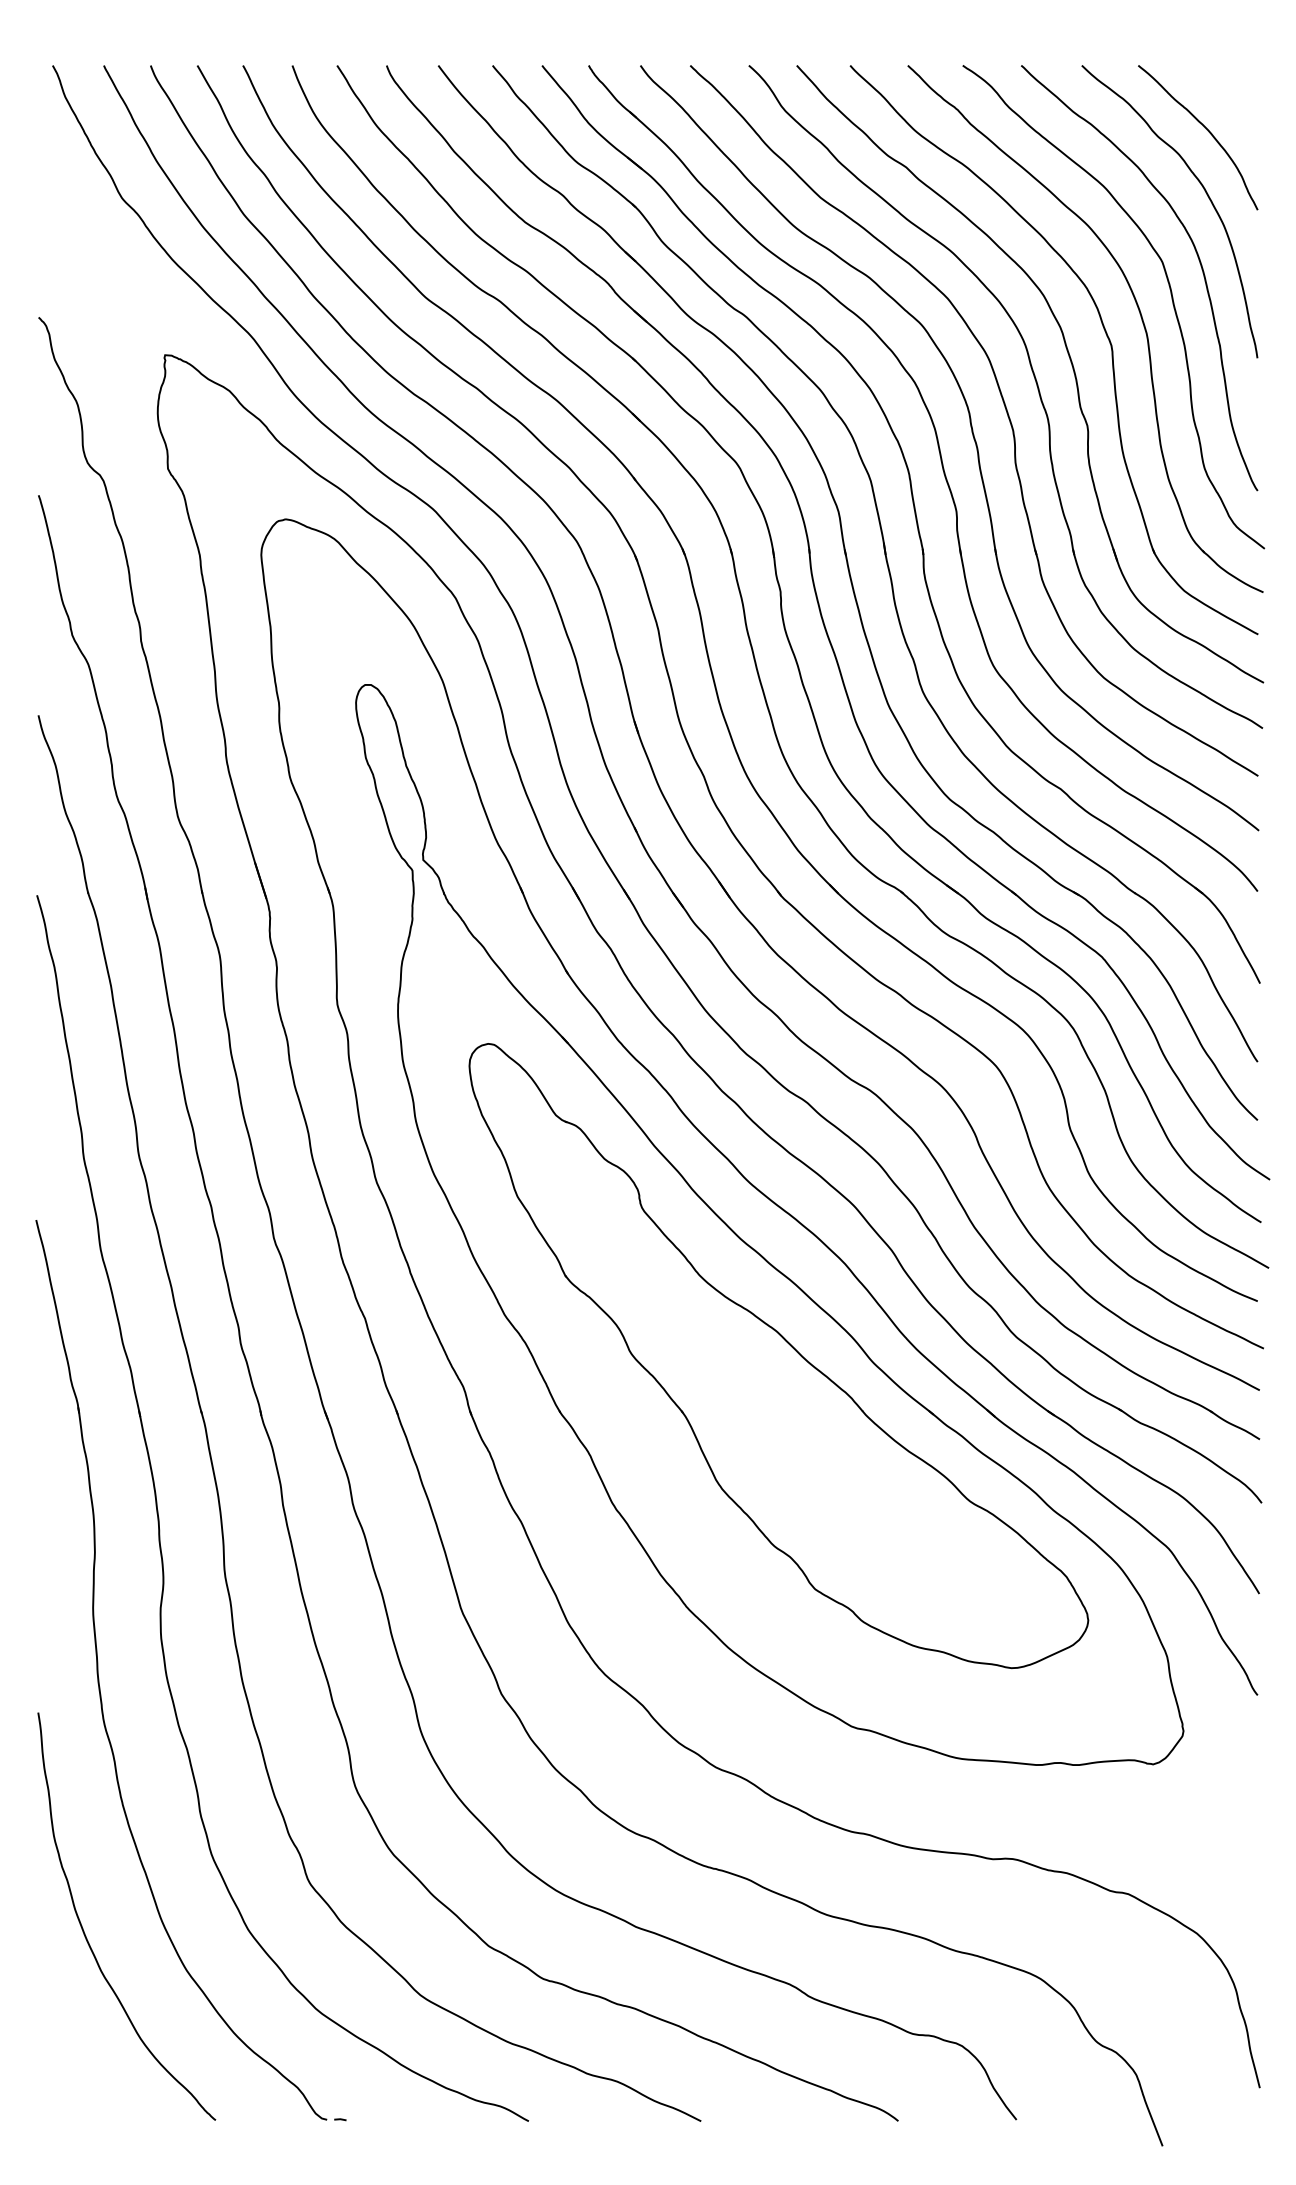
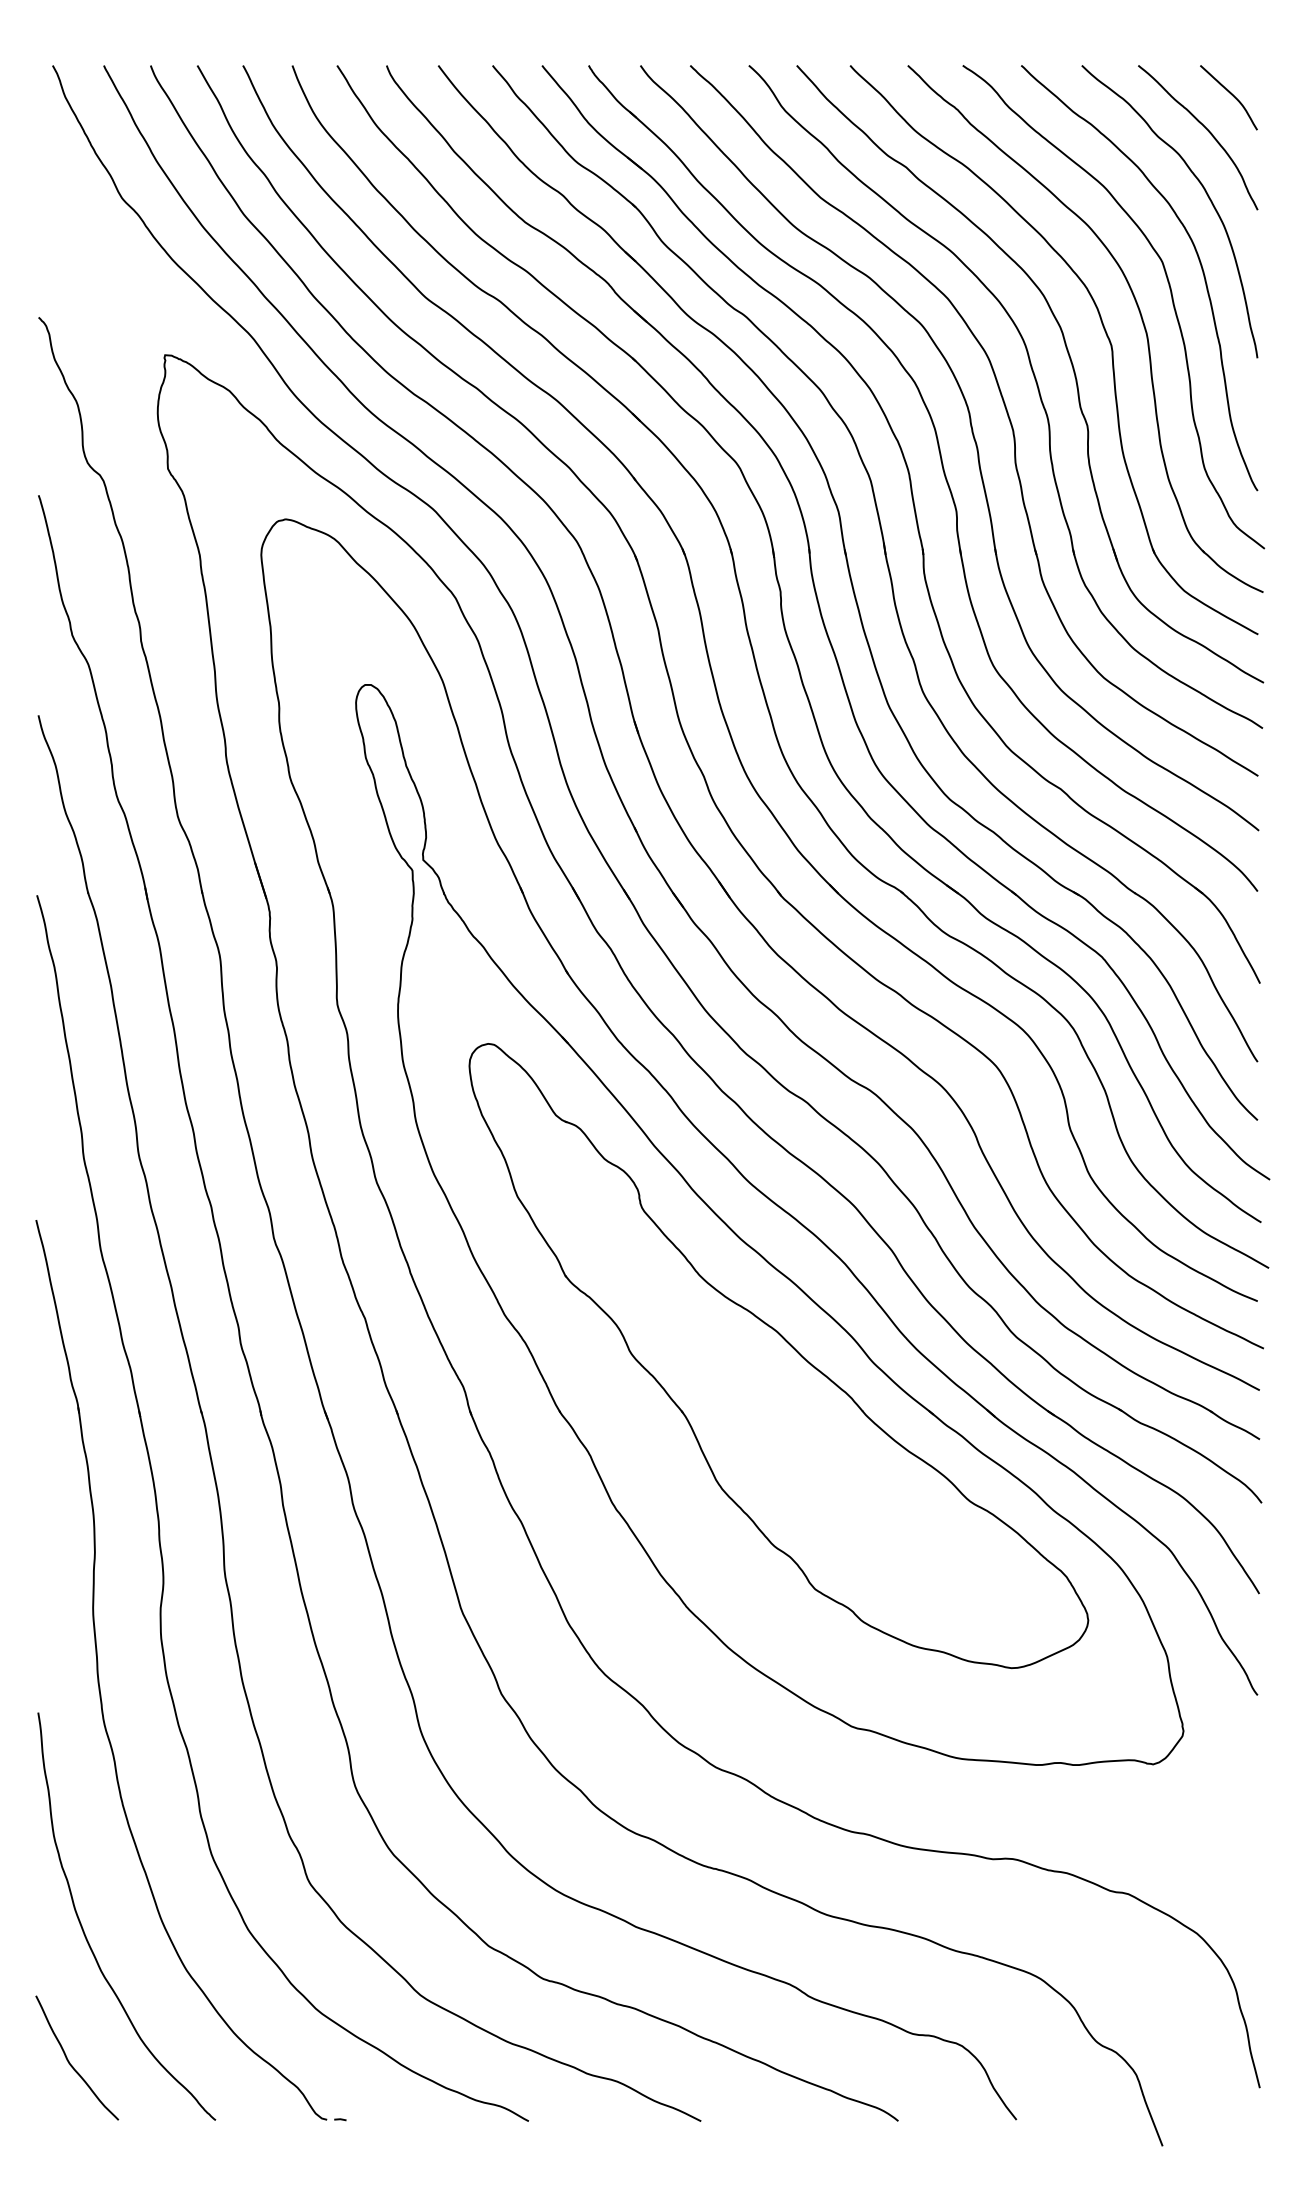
curve at (1230, 94): none -> present
curve at (70, 2062): none -> present
